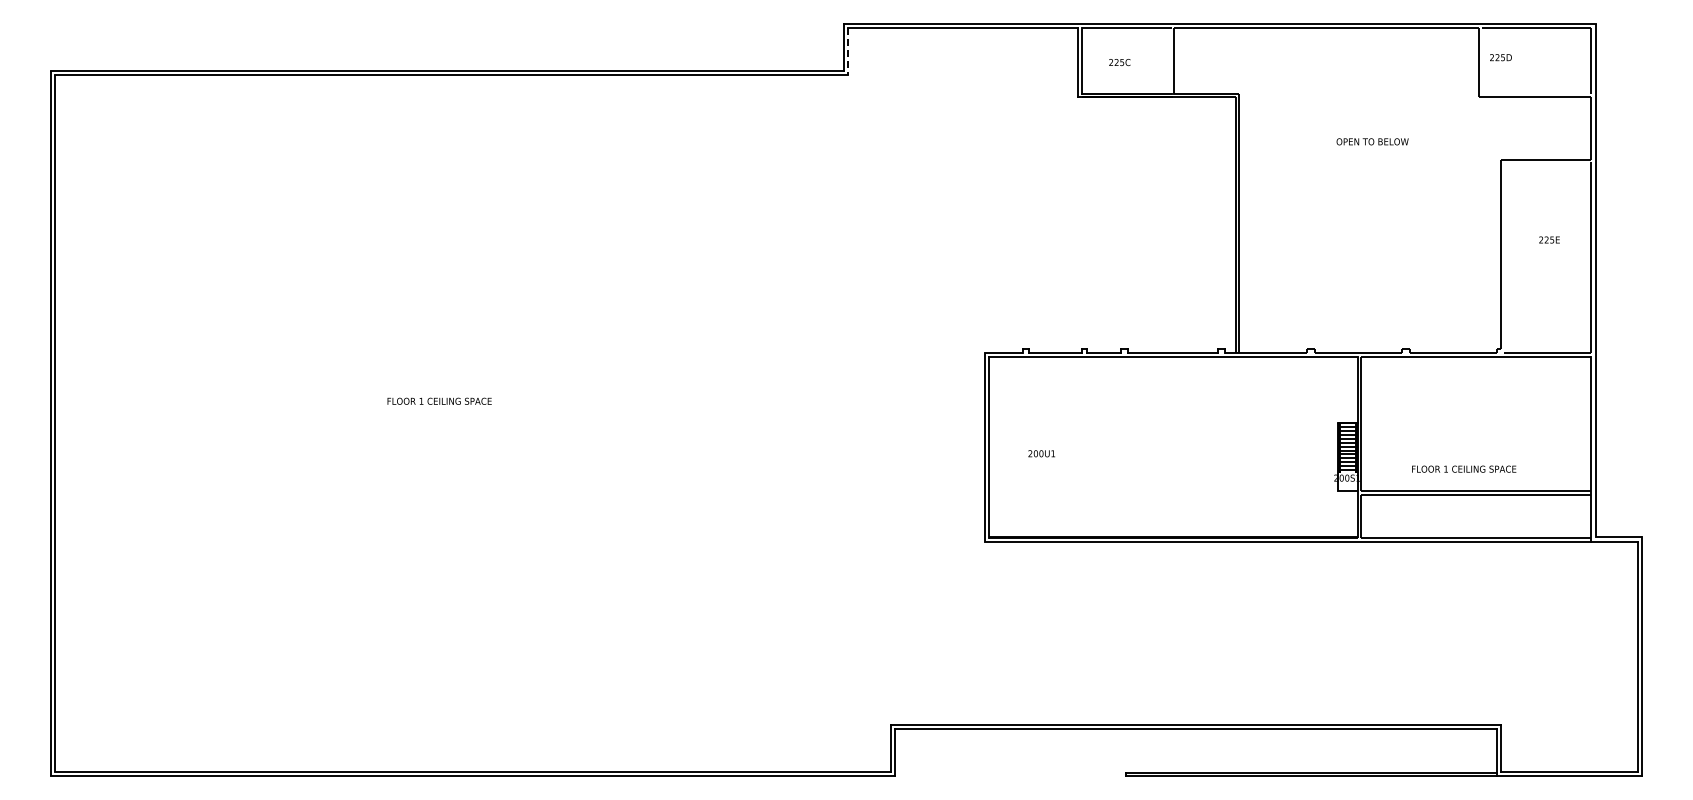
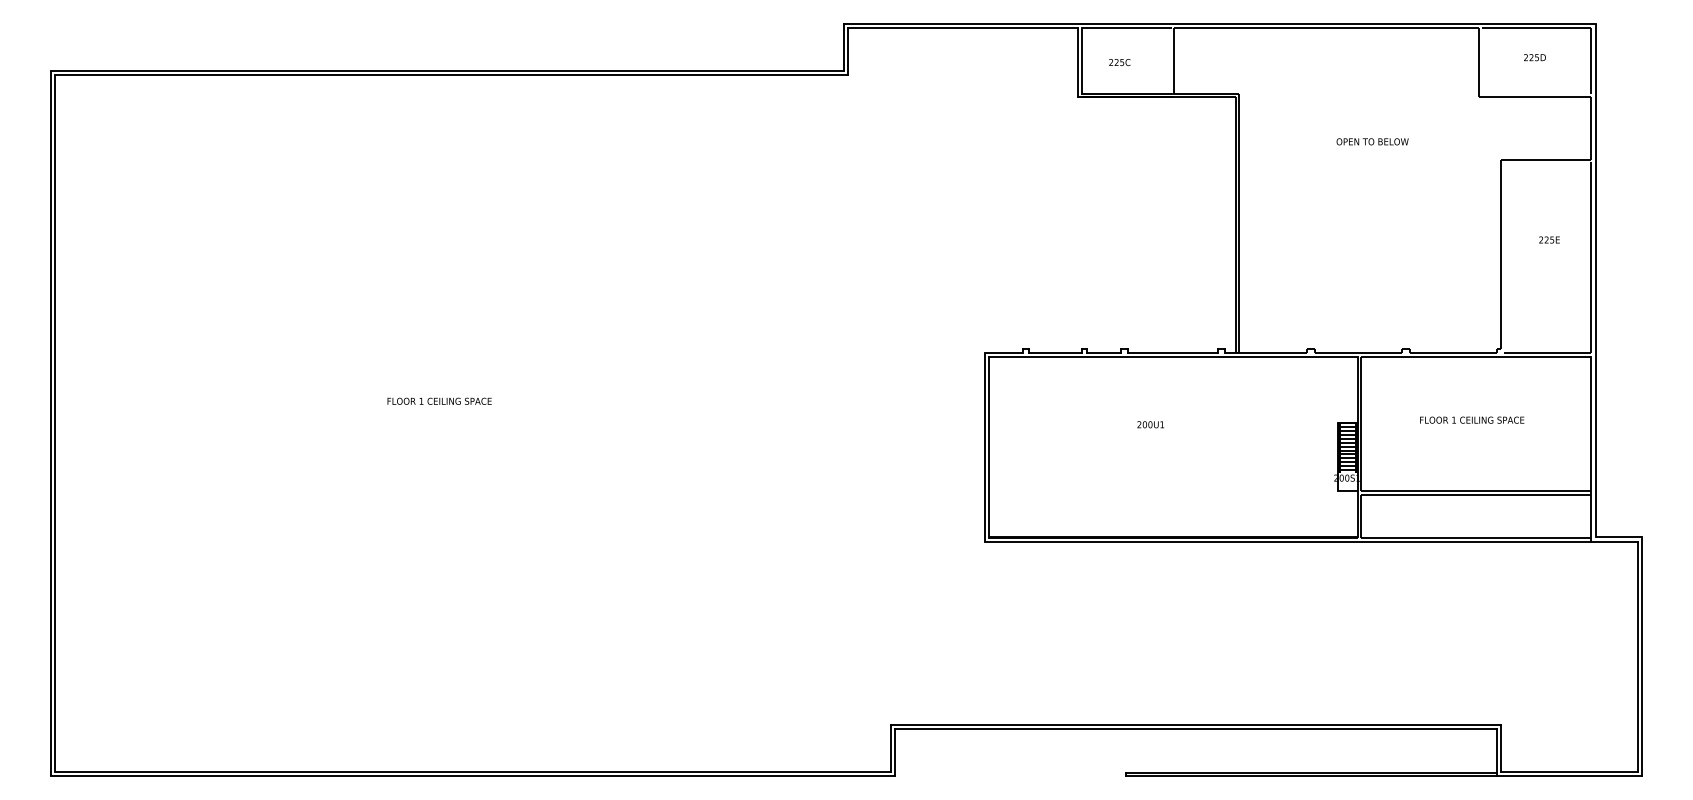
line at (848, 52): dashed -> solid
text at (1500, 57) position: (1500, 57) -> (1534, 57)
text at (1041, 453) position: (1041, 453) -> (1150, 424)
text at (1464, 468) position: (1464, 468) -> (1472, 419)
